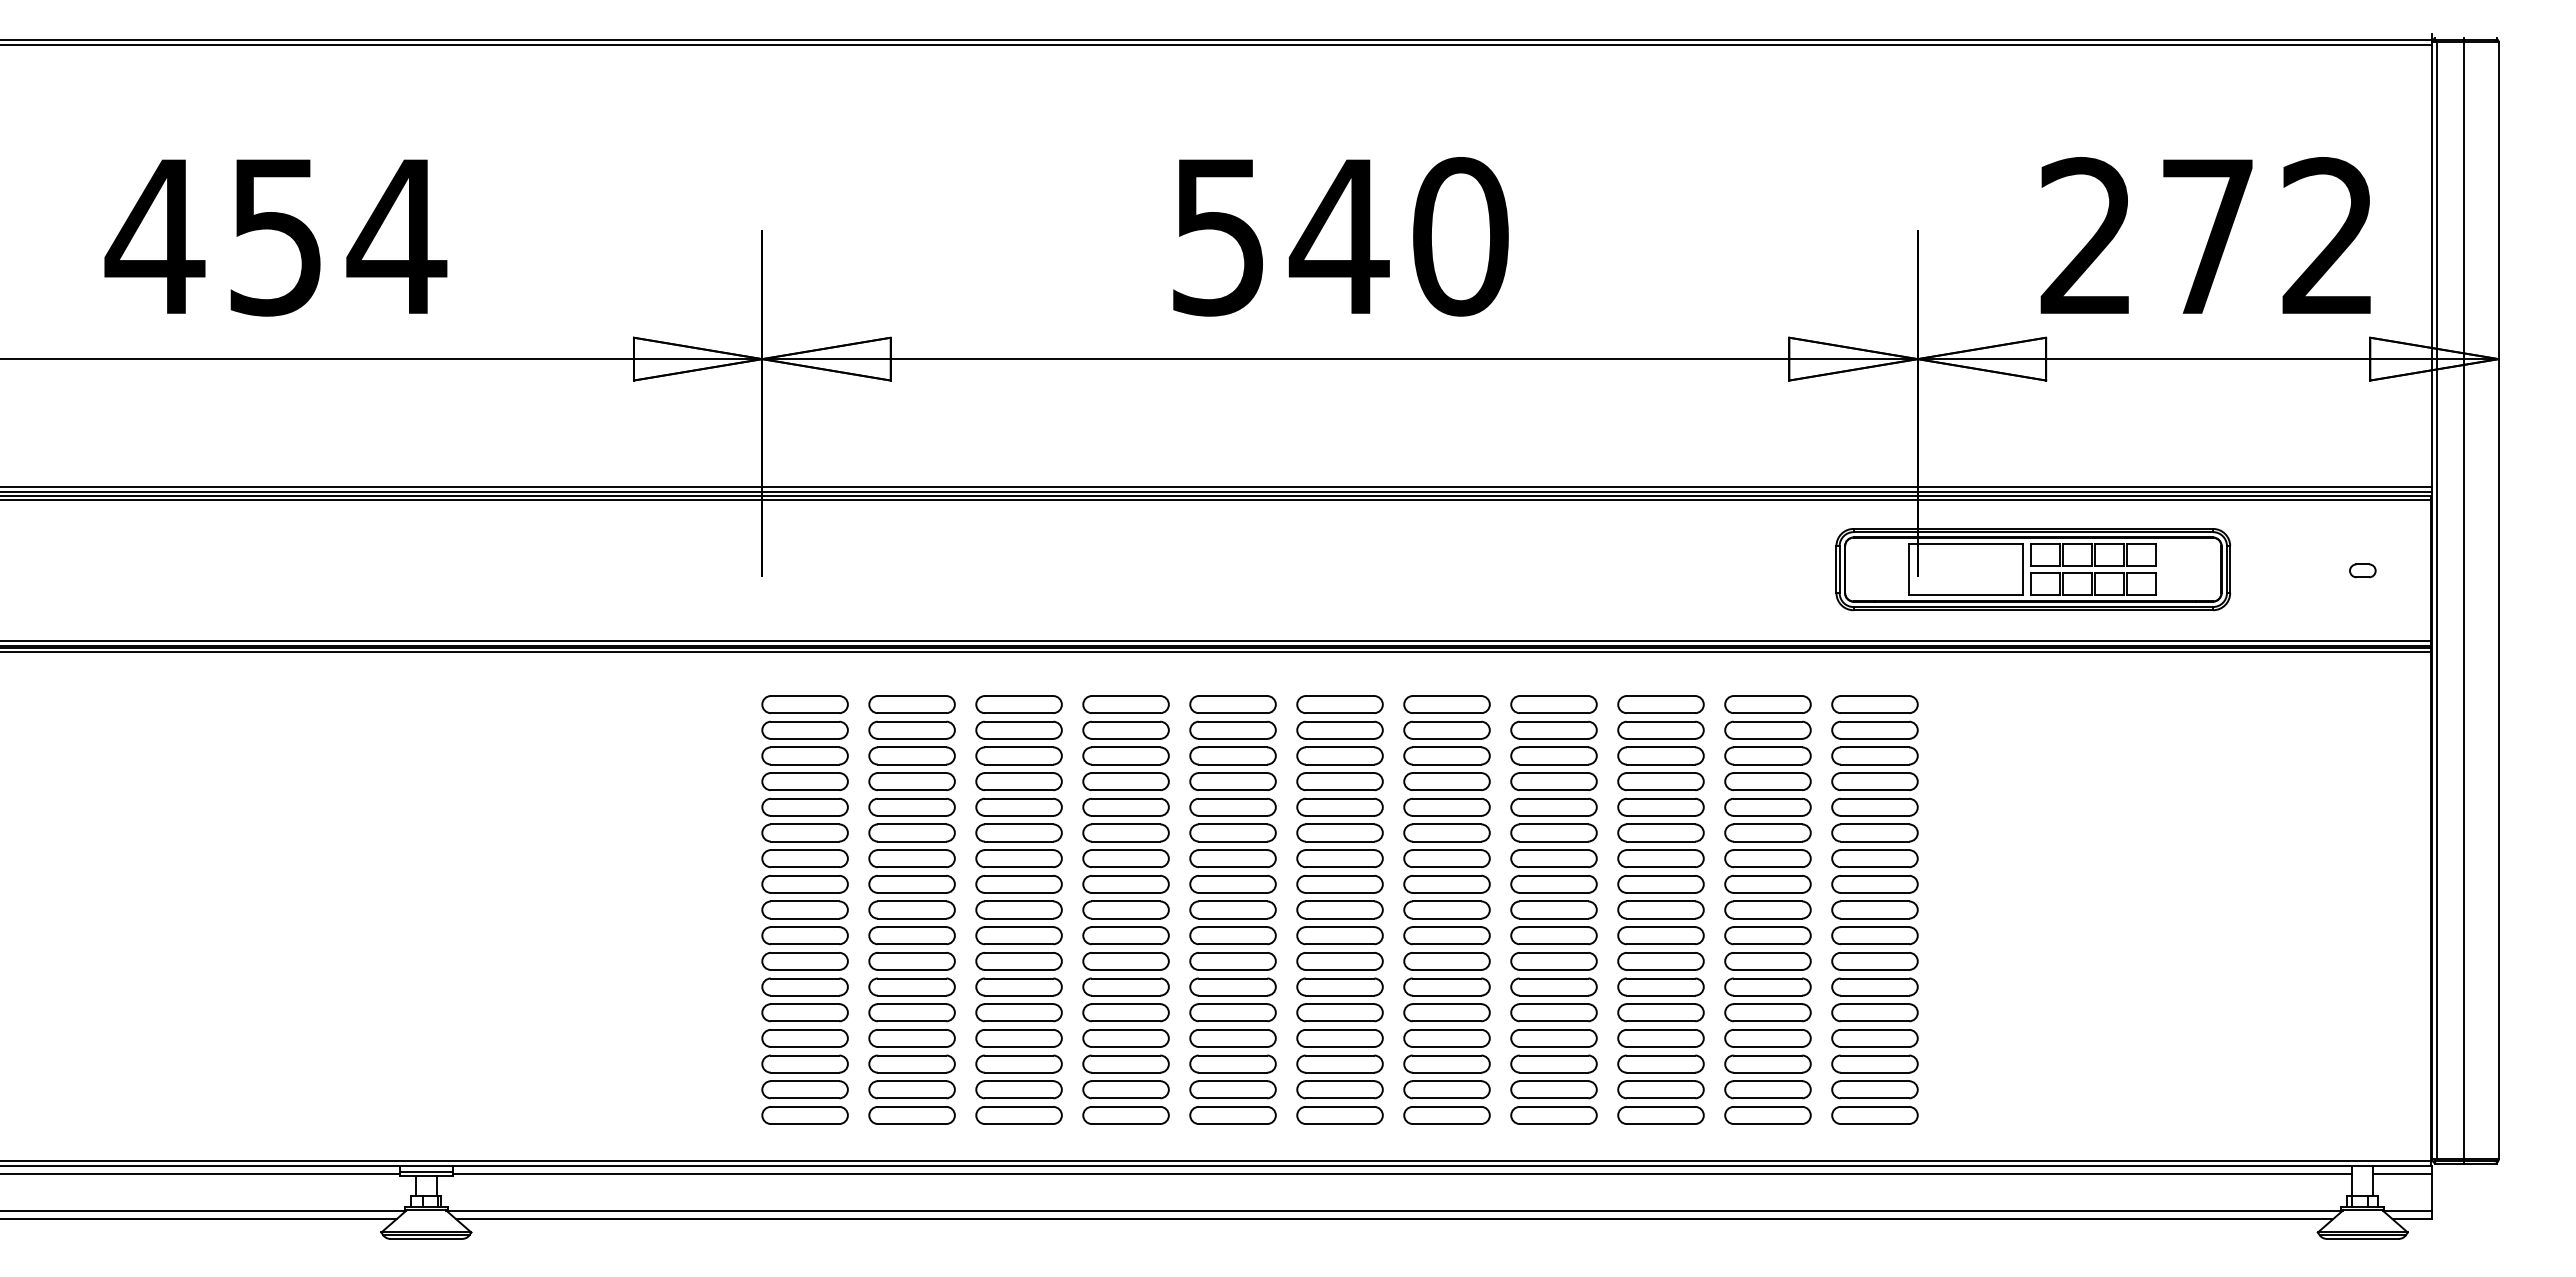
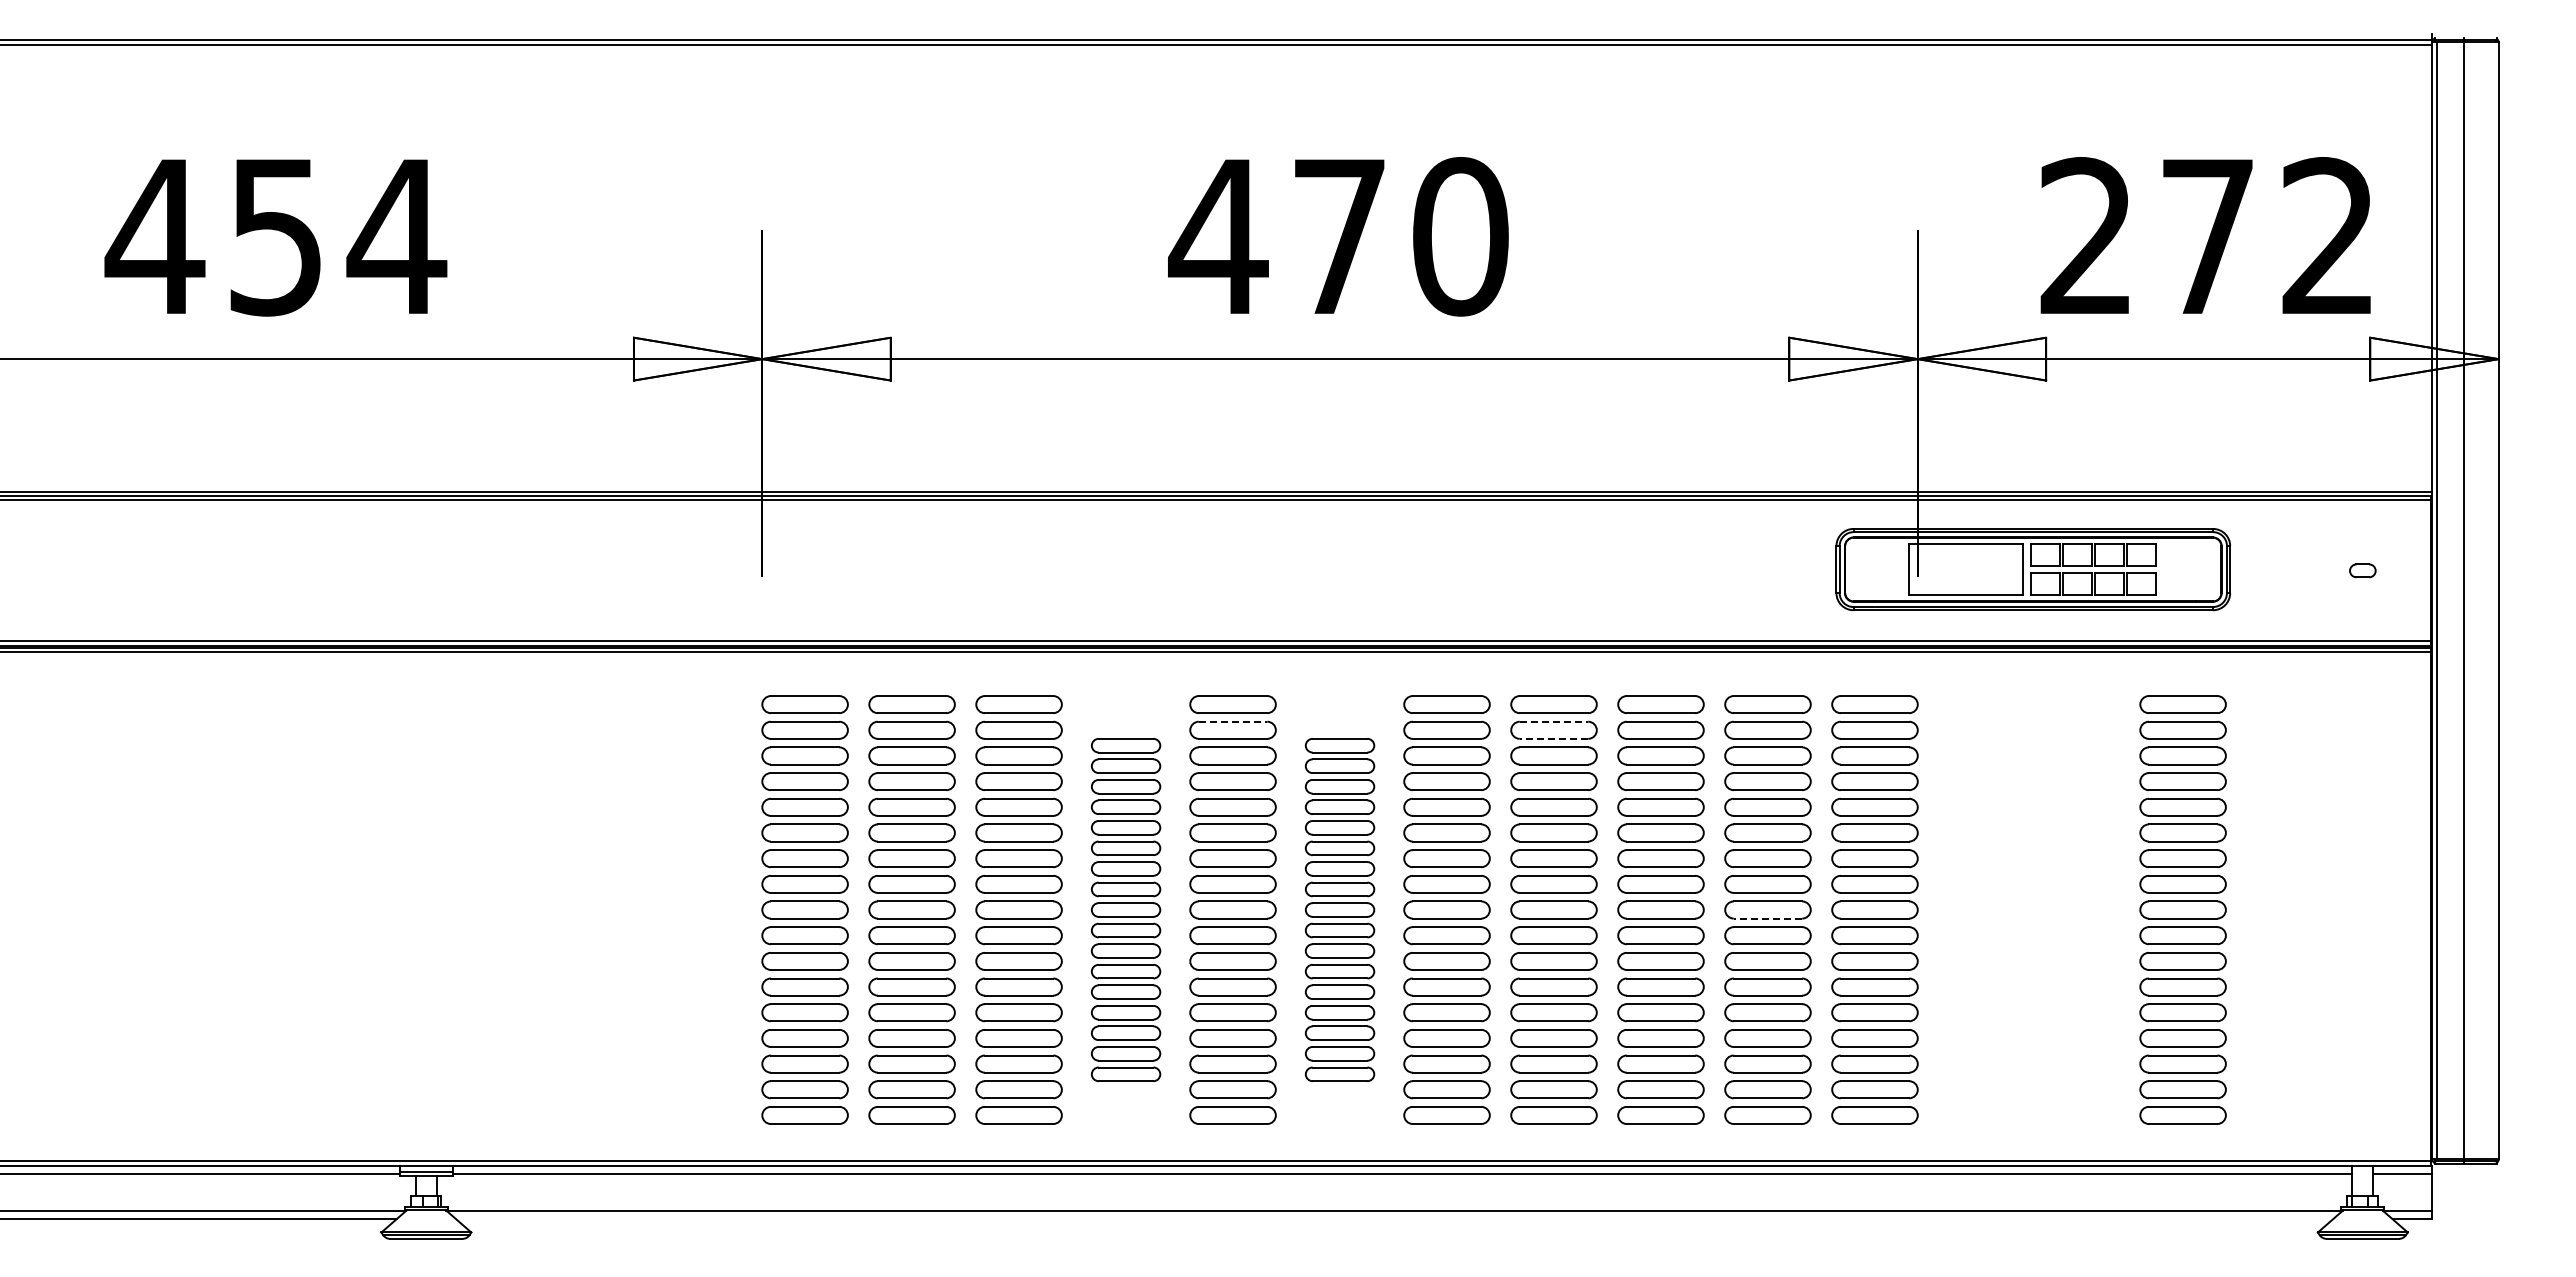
text at (1278, 237): 540 -> 470
line at (1217, 487): present -> none
line at (1233, 721): solid -> dashed
line at (1554, 721): solid -> dashed
line at (1553, 738): solid -> dashed
part at (1125, 909) size: 88x430 px -> 71x344 px
part at (1339, 909) size: 88x430 px -> 72x344 px
part at (2182, 909): none -> present
line at (1767, 918): solid -> dashed
line at (1394, 1219): present -> none
